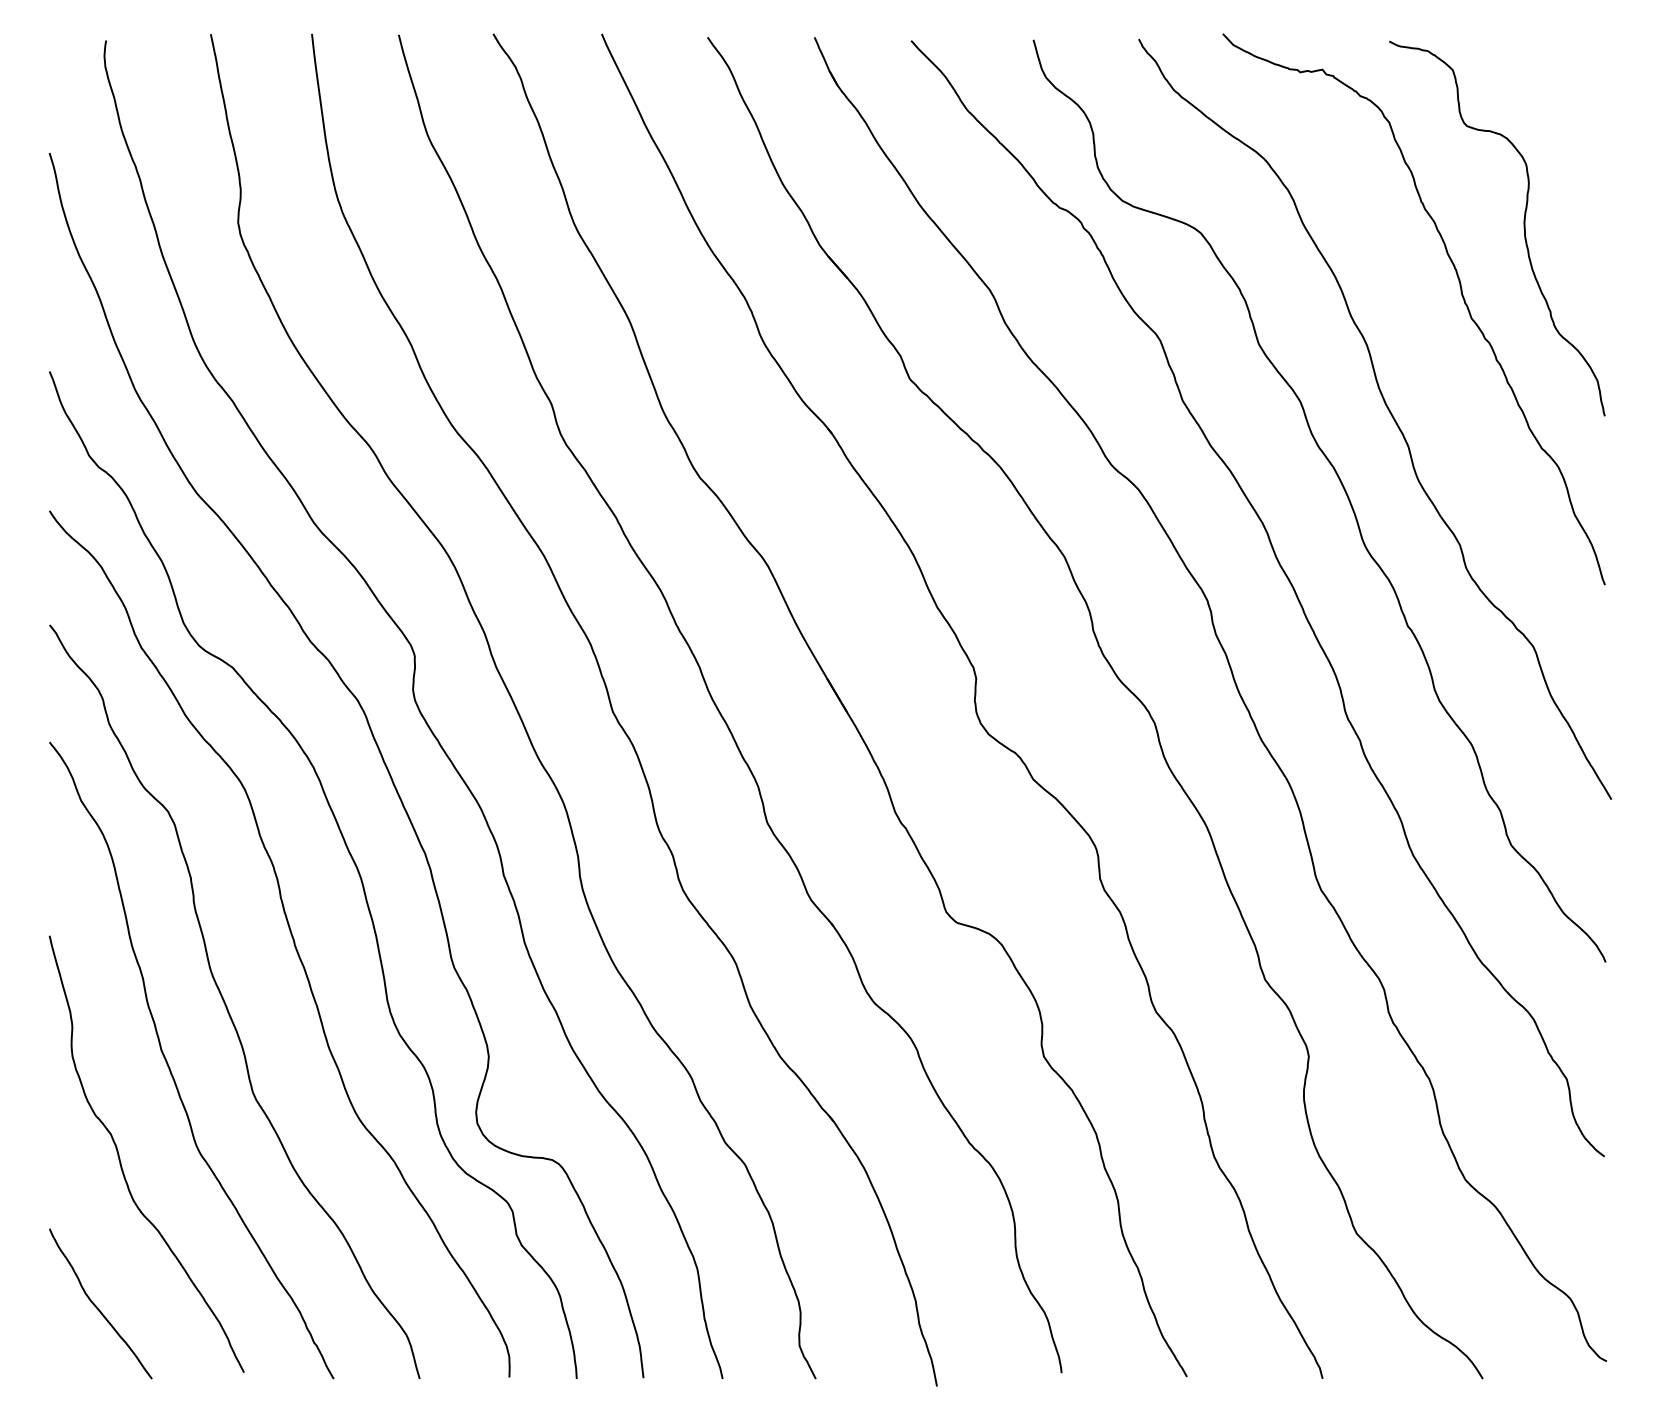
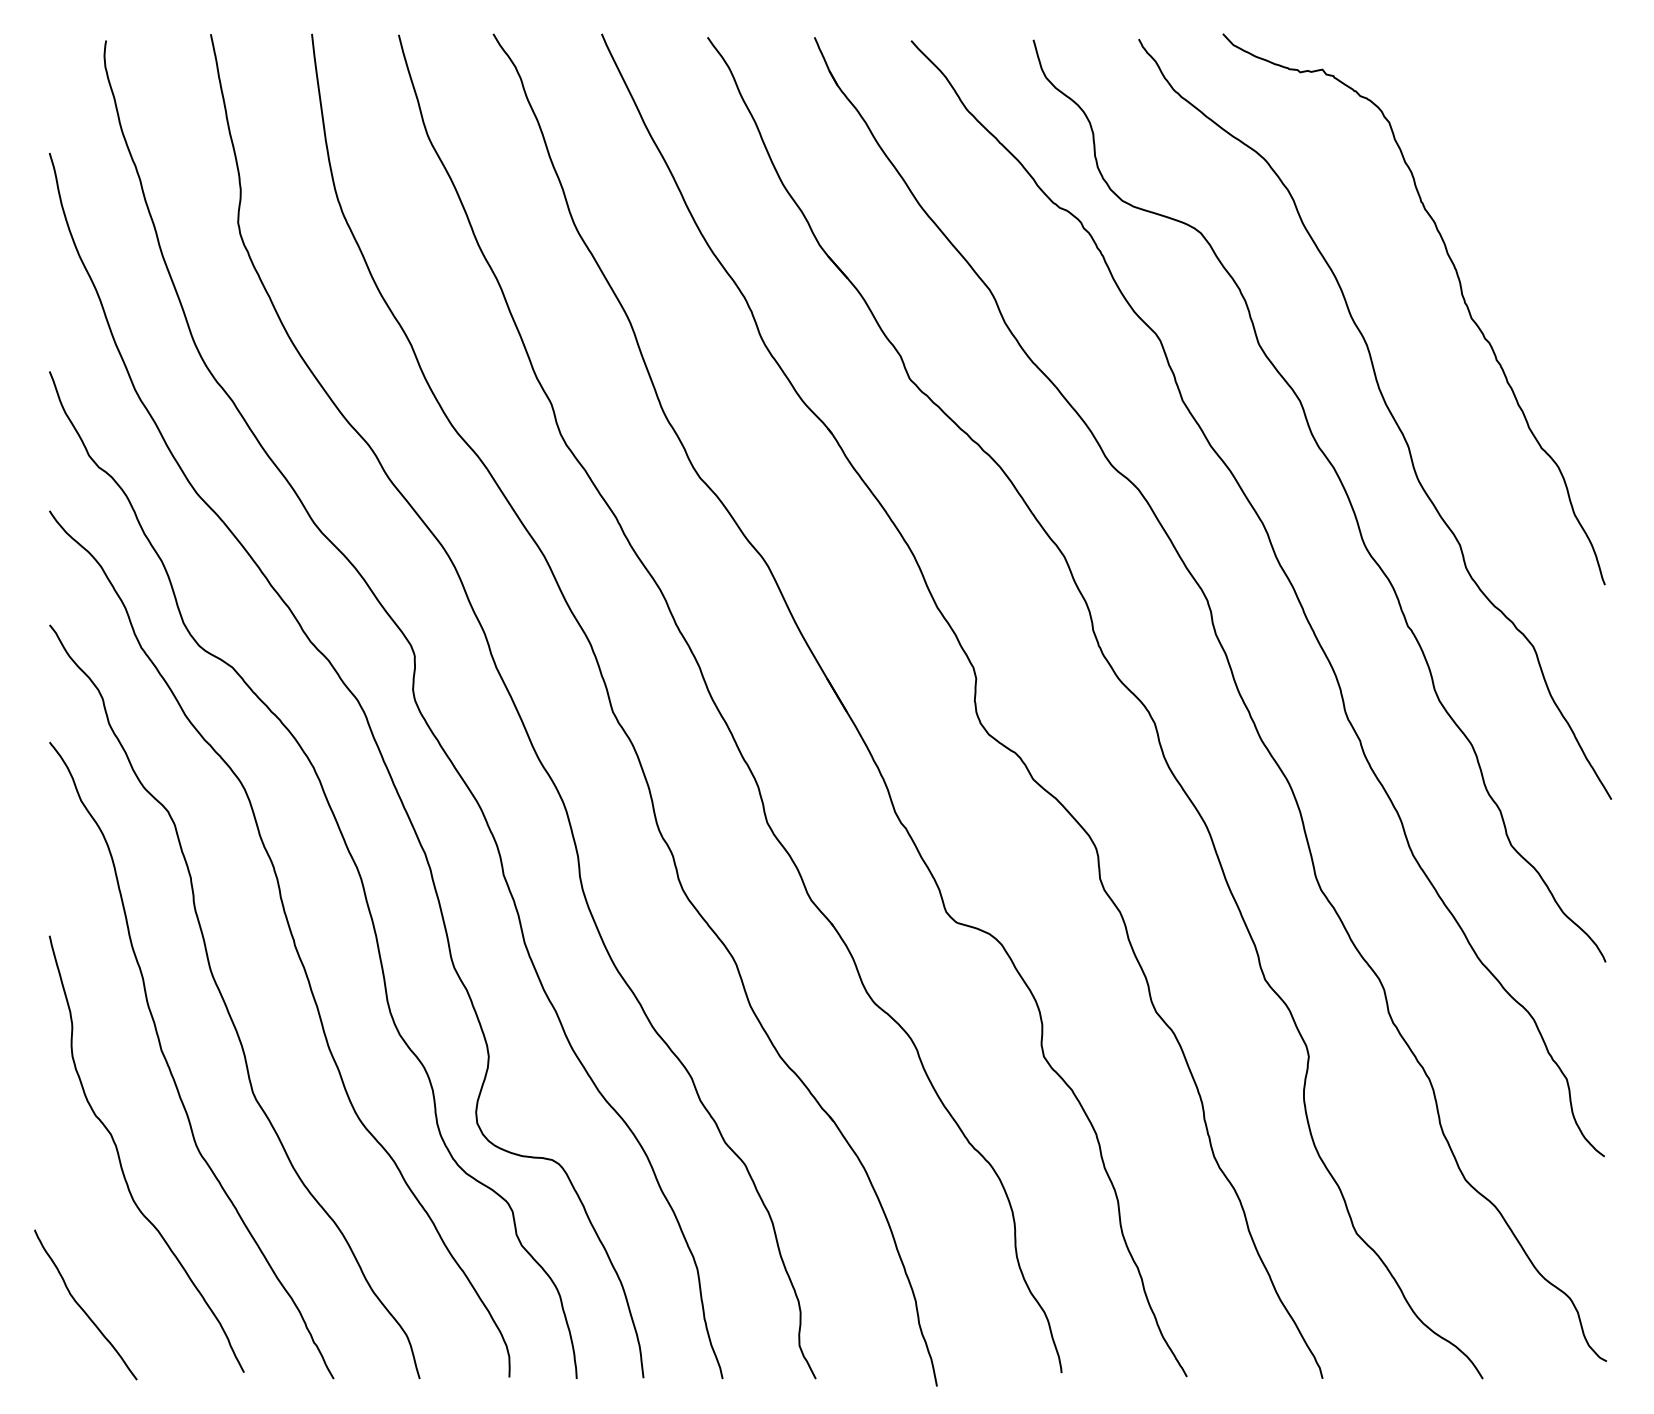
curve at (1523, 228): present -> none
curve at (97, 1306) position: (97, 1306) -> (82, 1307)
